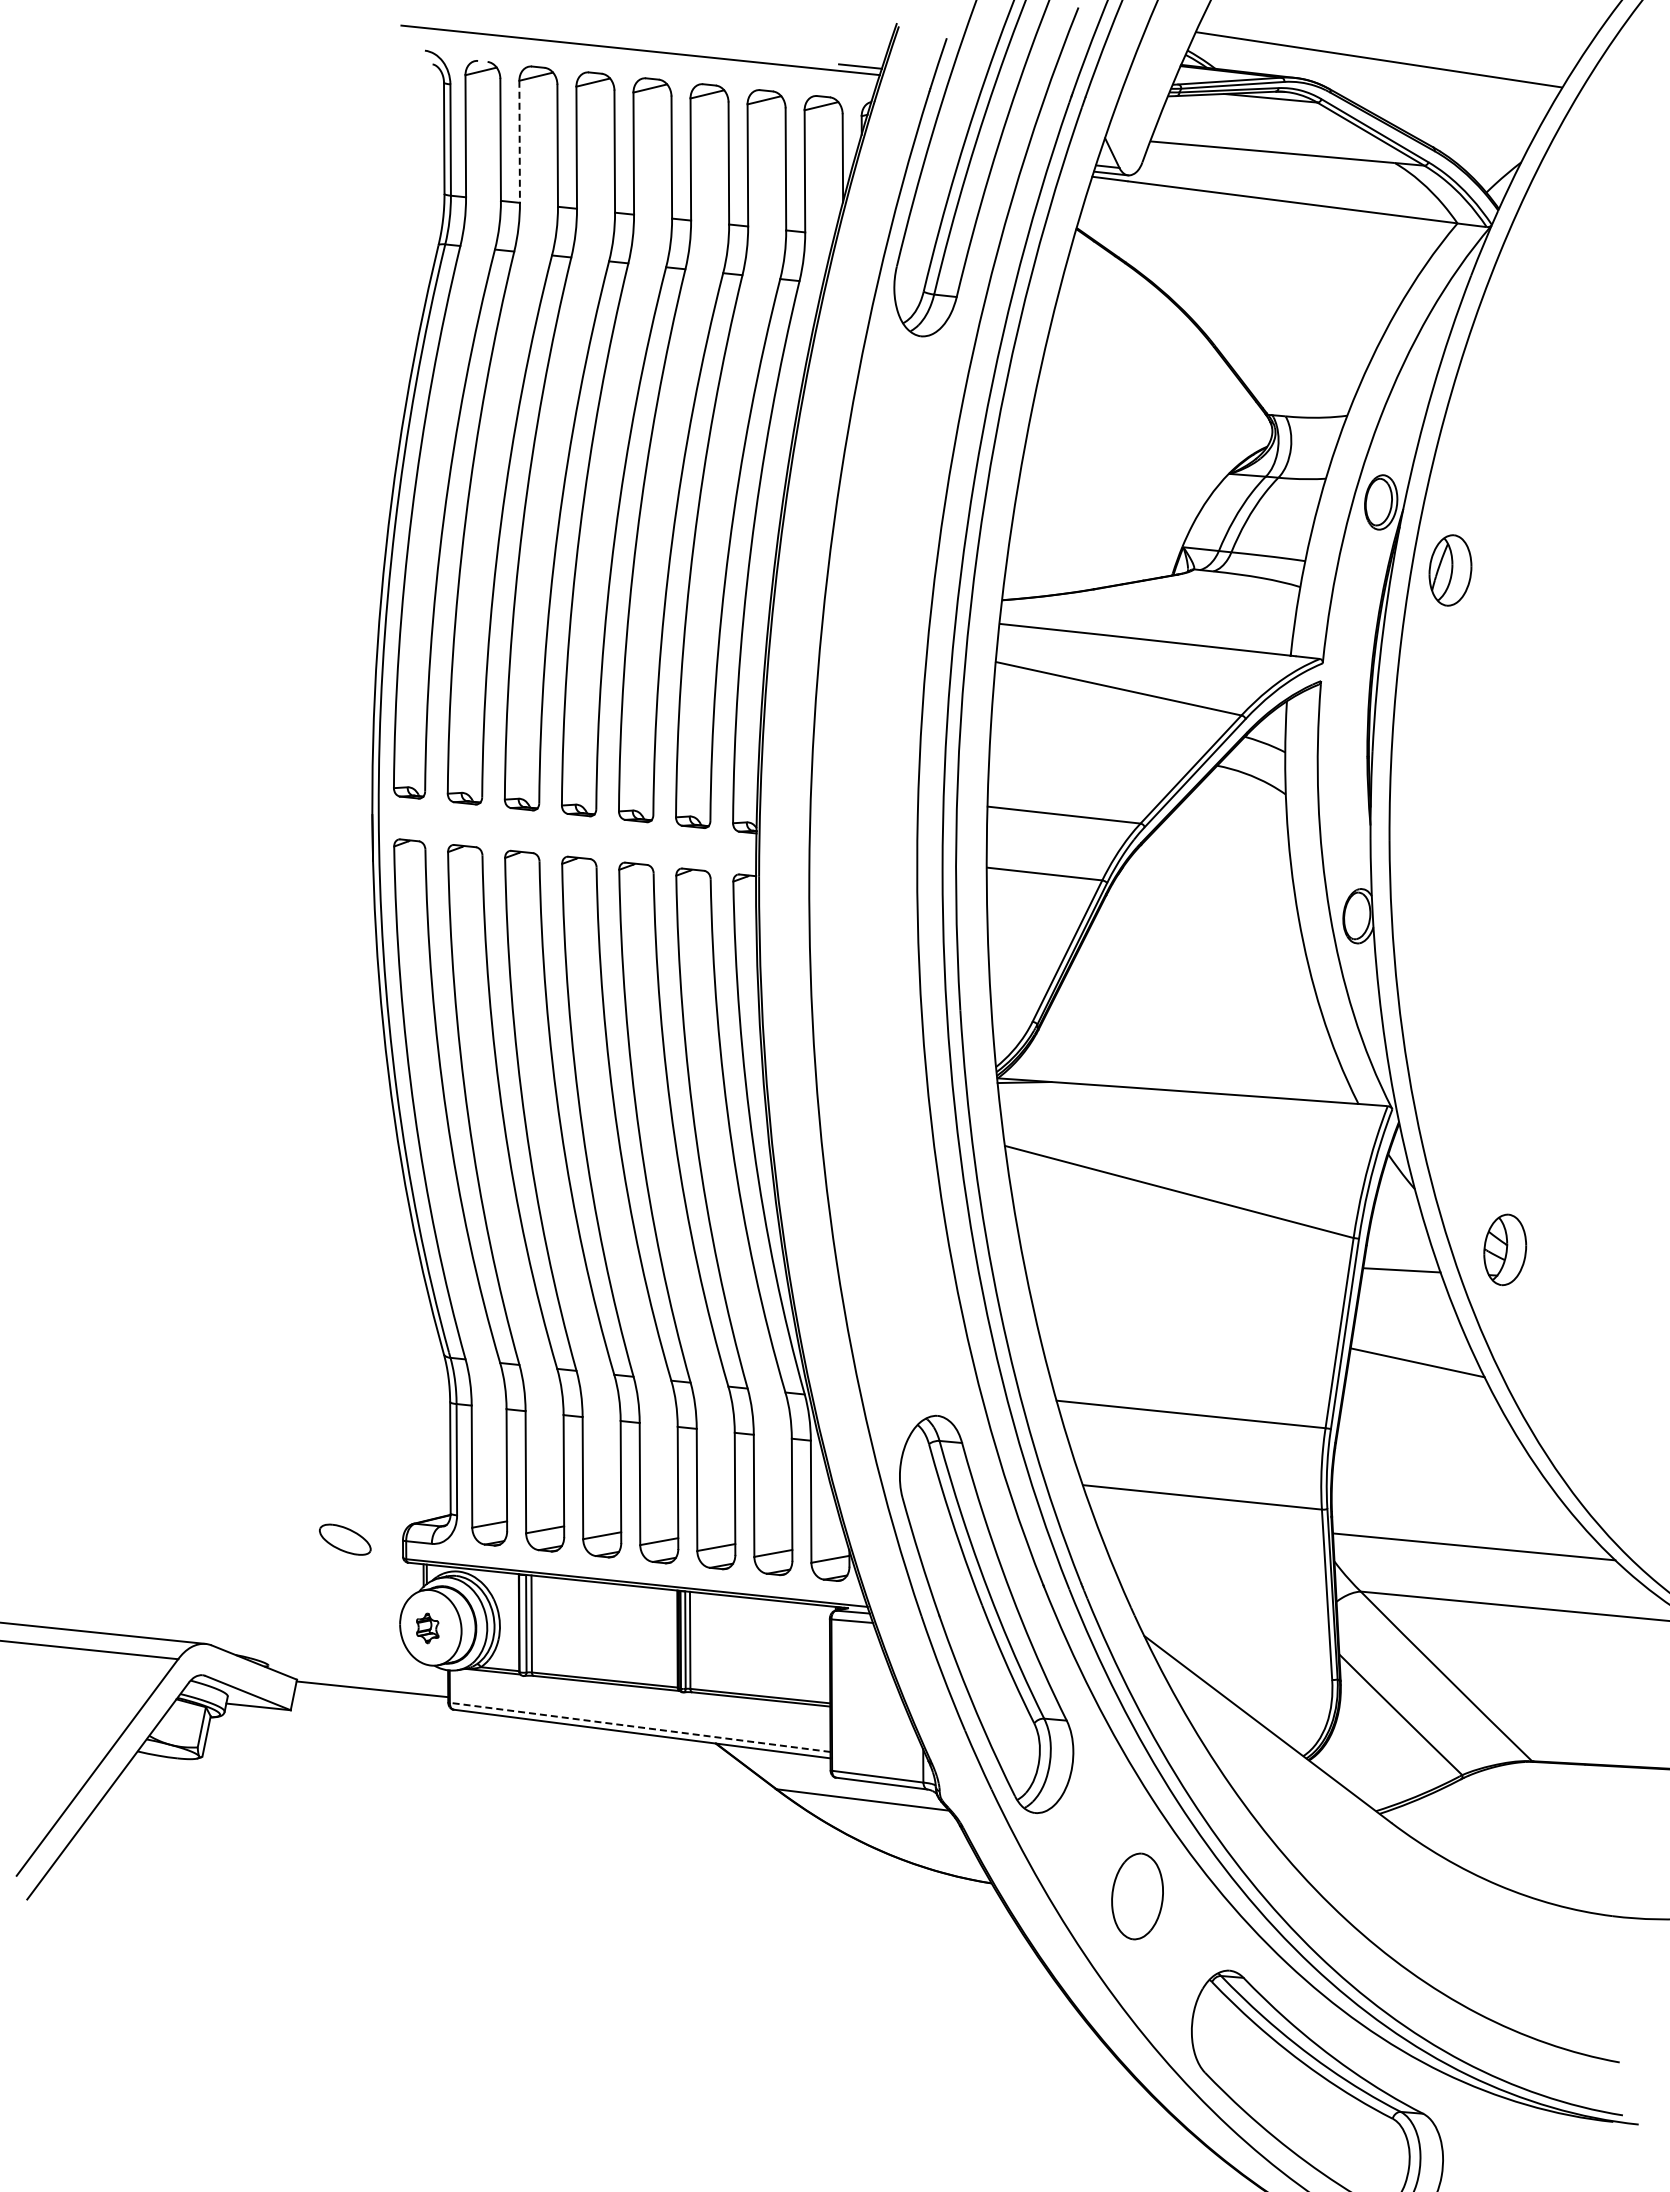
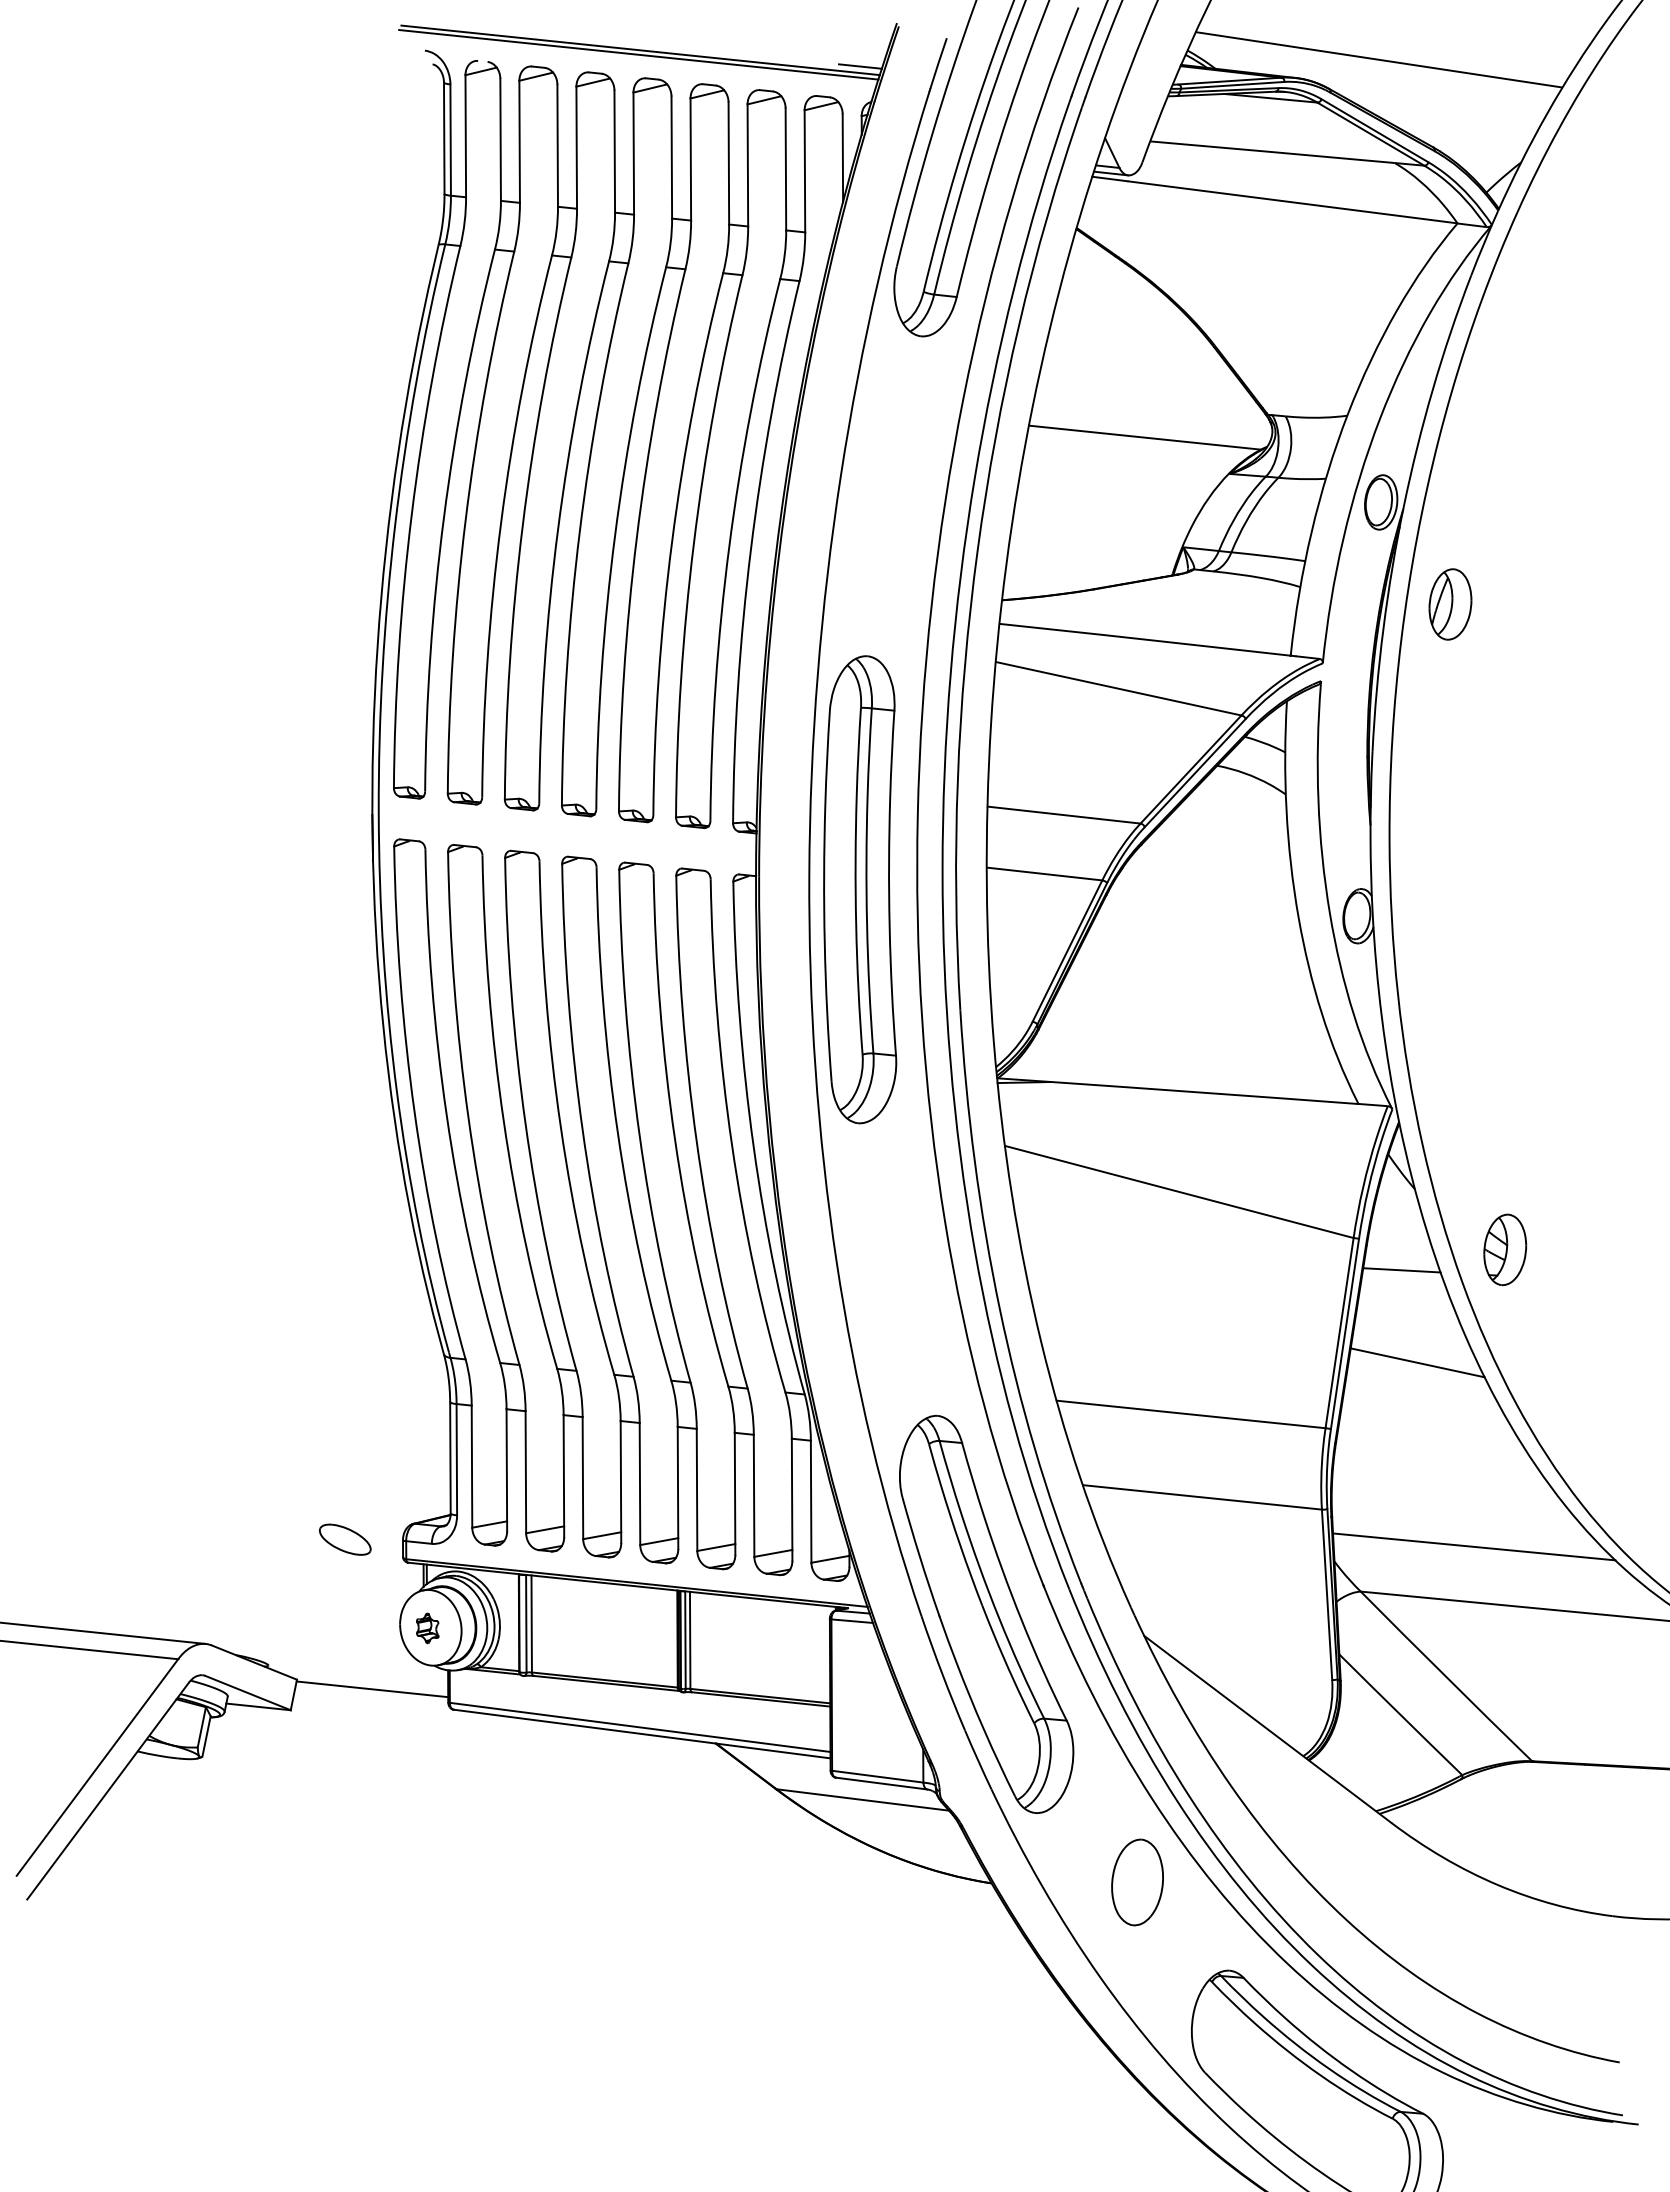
line at (638, 54): none -> present
line at (519, 142): dashed -> solid
line at (1144, 437): none -> present
part at (1450, 570) position: (1450, 570) -> (1450, 604)
part at (860, 889): none -> present
line at (640, 1727): dashed -> solid
part at (1137, 1896) position: (1137, 1896) -> (1137, 1882)
